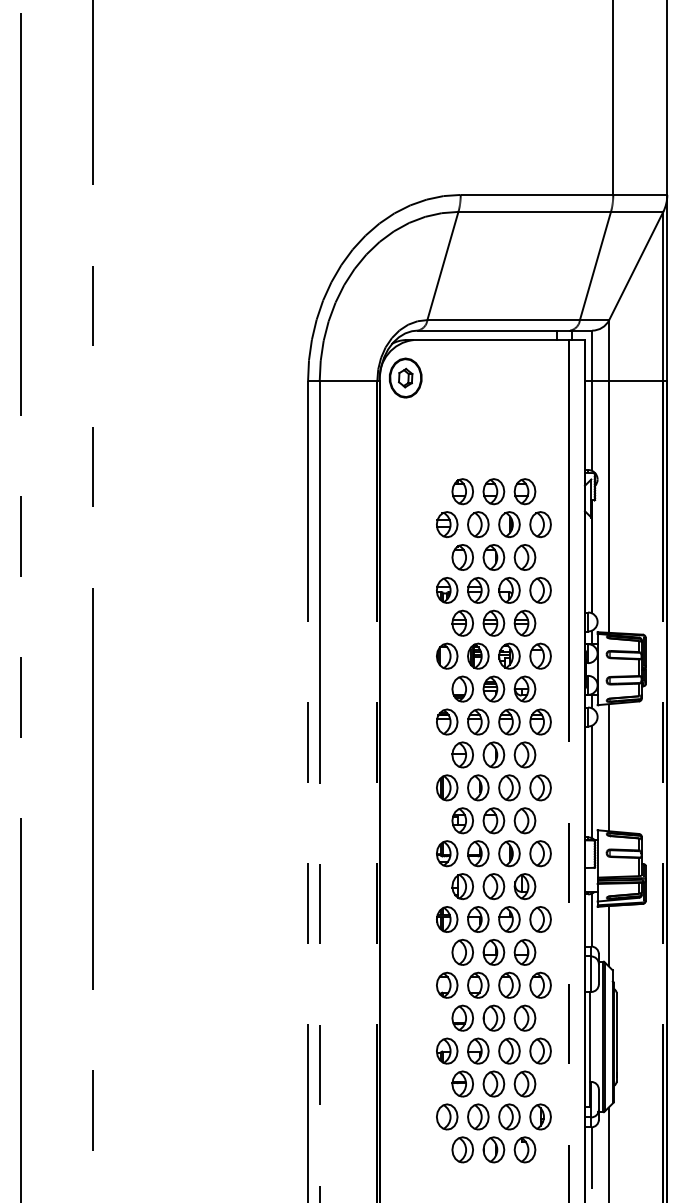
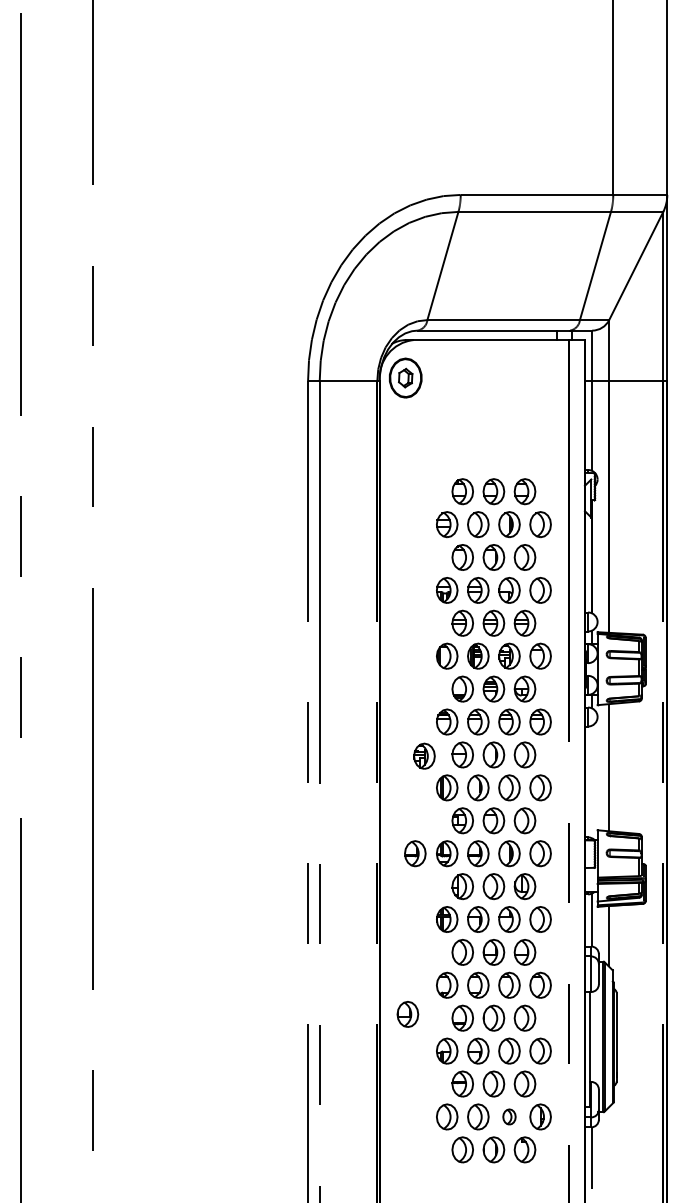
part at (424, 755): none -> present
line at (592, 781): present -> none
part at (415, 853): none -> present
part at (407, 1014): none -> present
part at (509, 1116) size: 23x28 px -> 15x18 px
line at (609, 1153): present -> none
